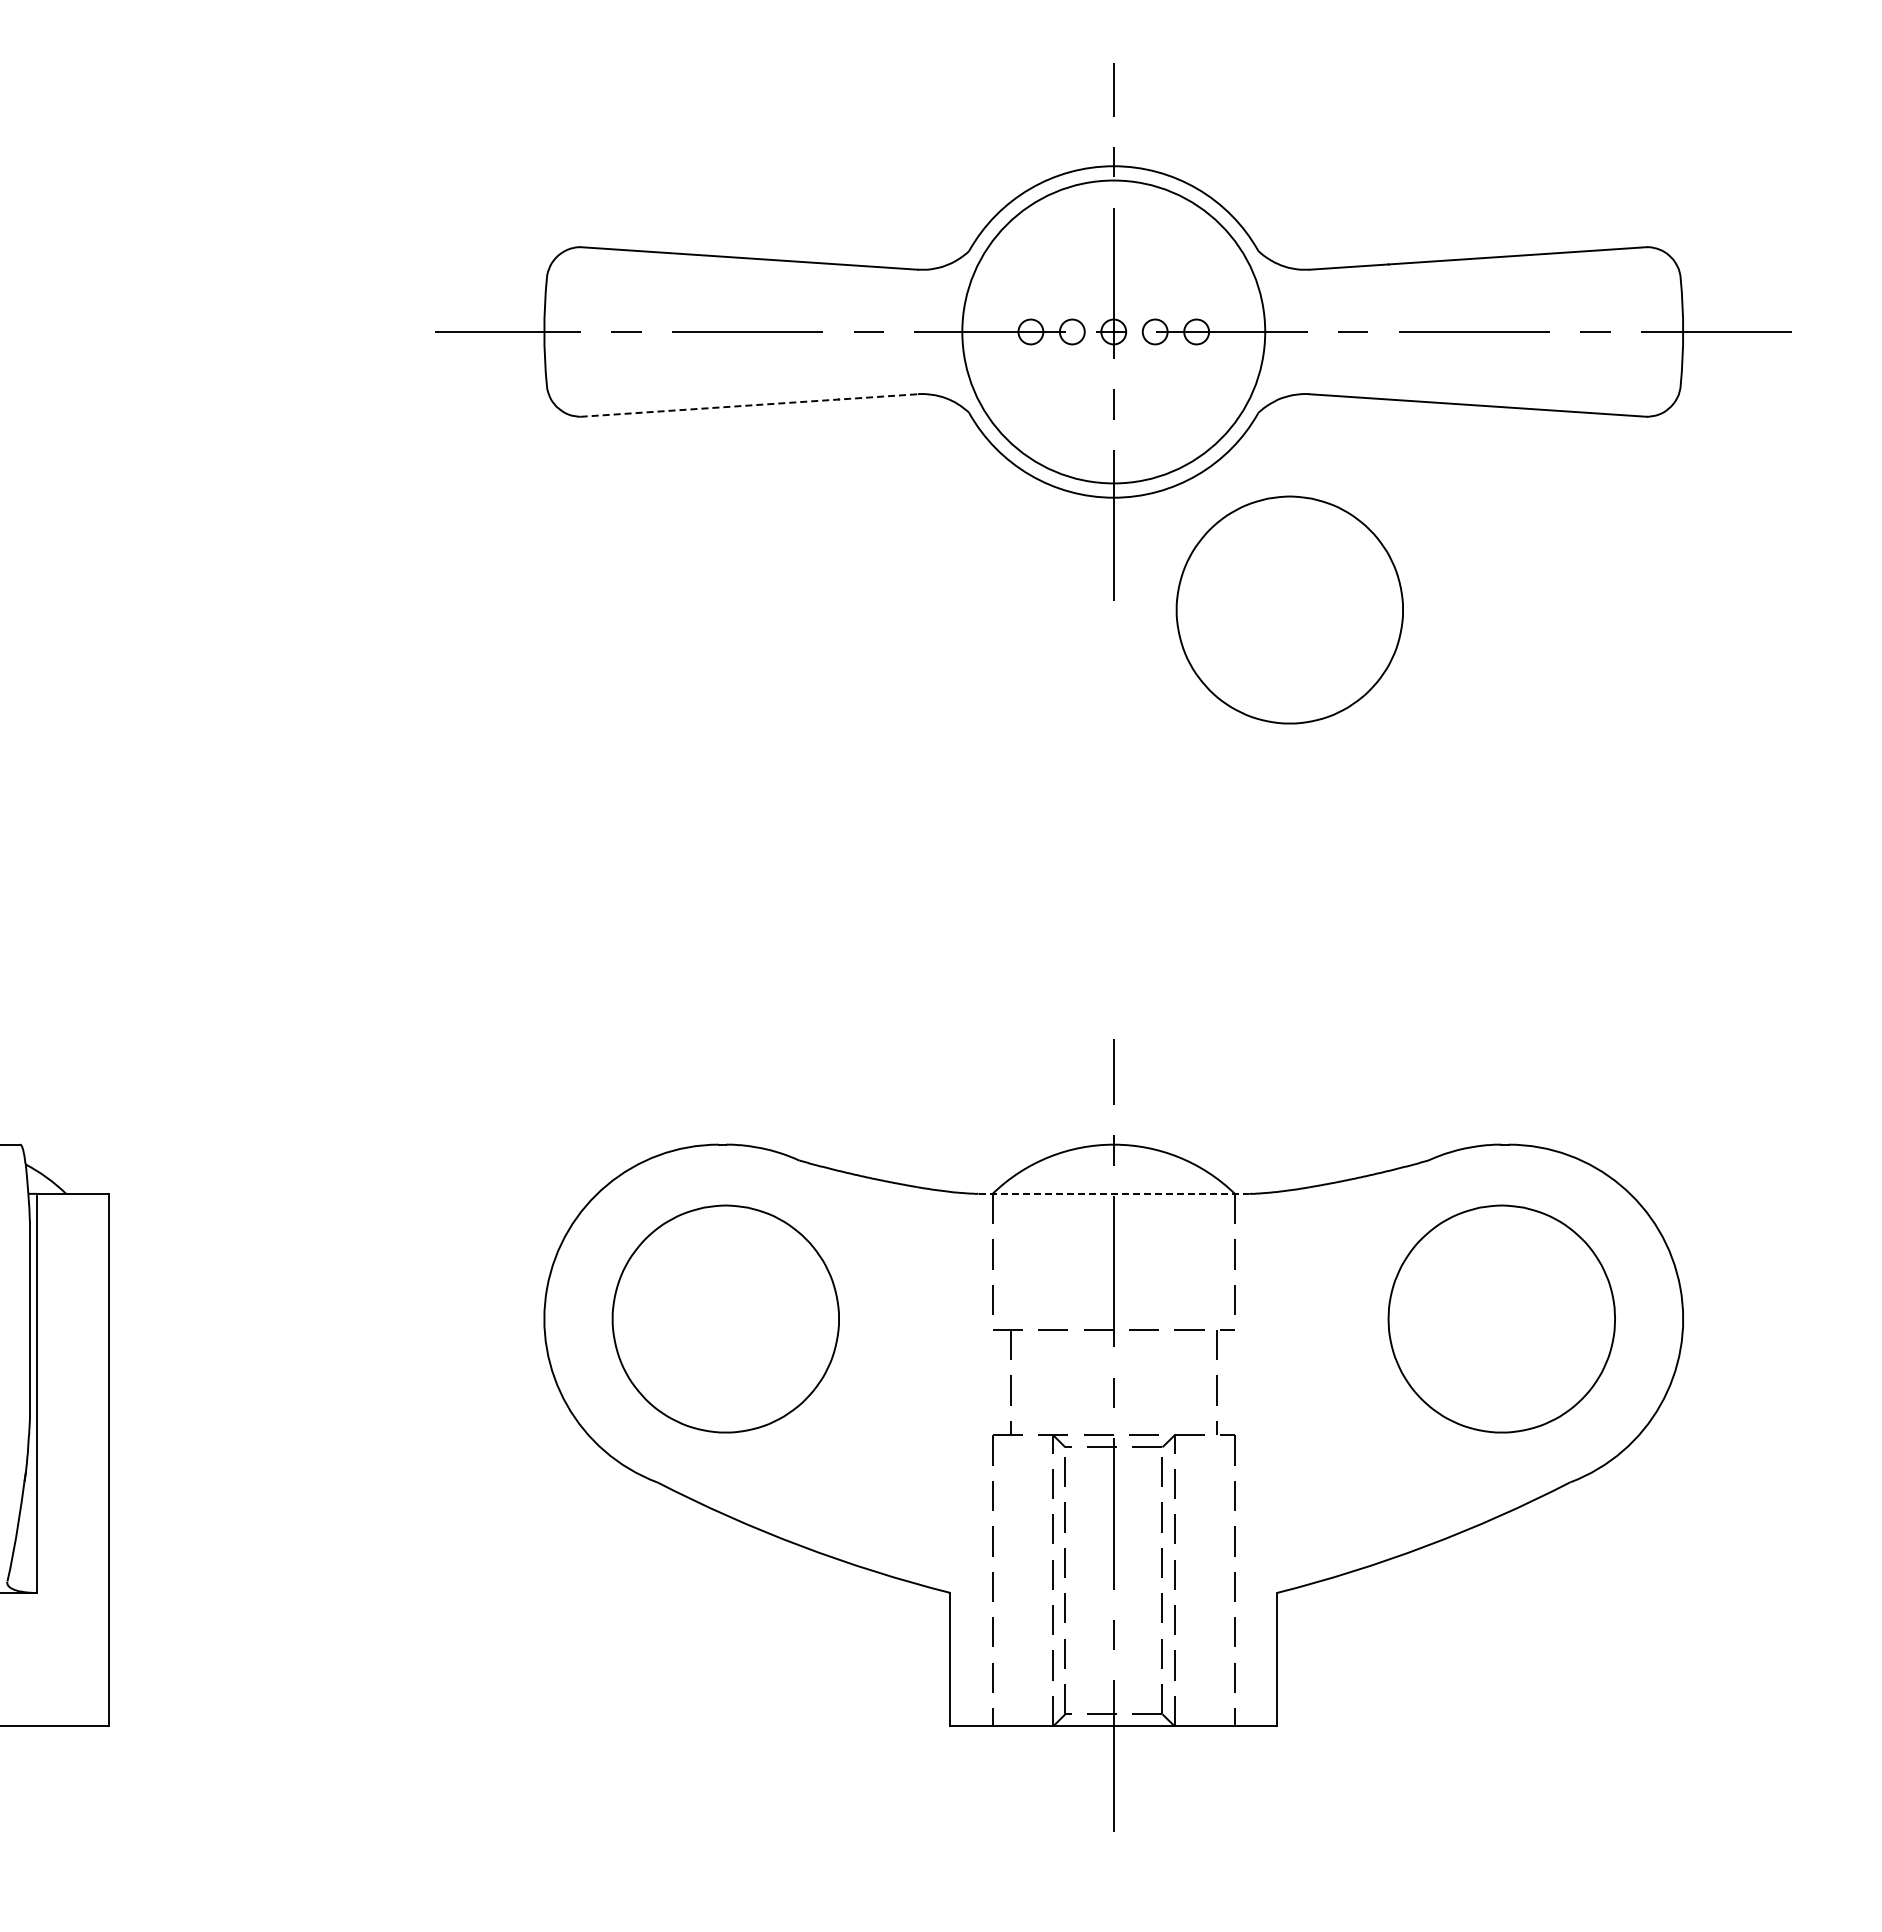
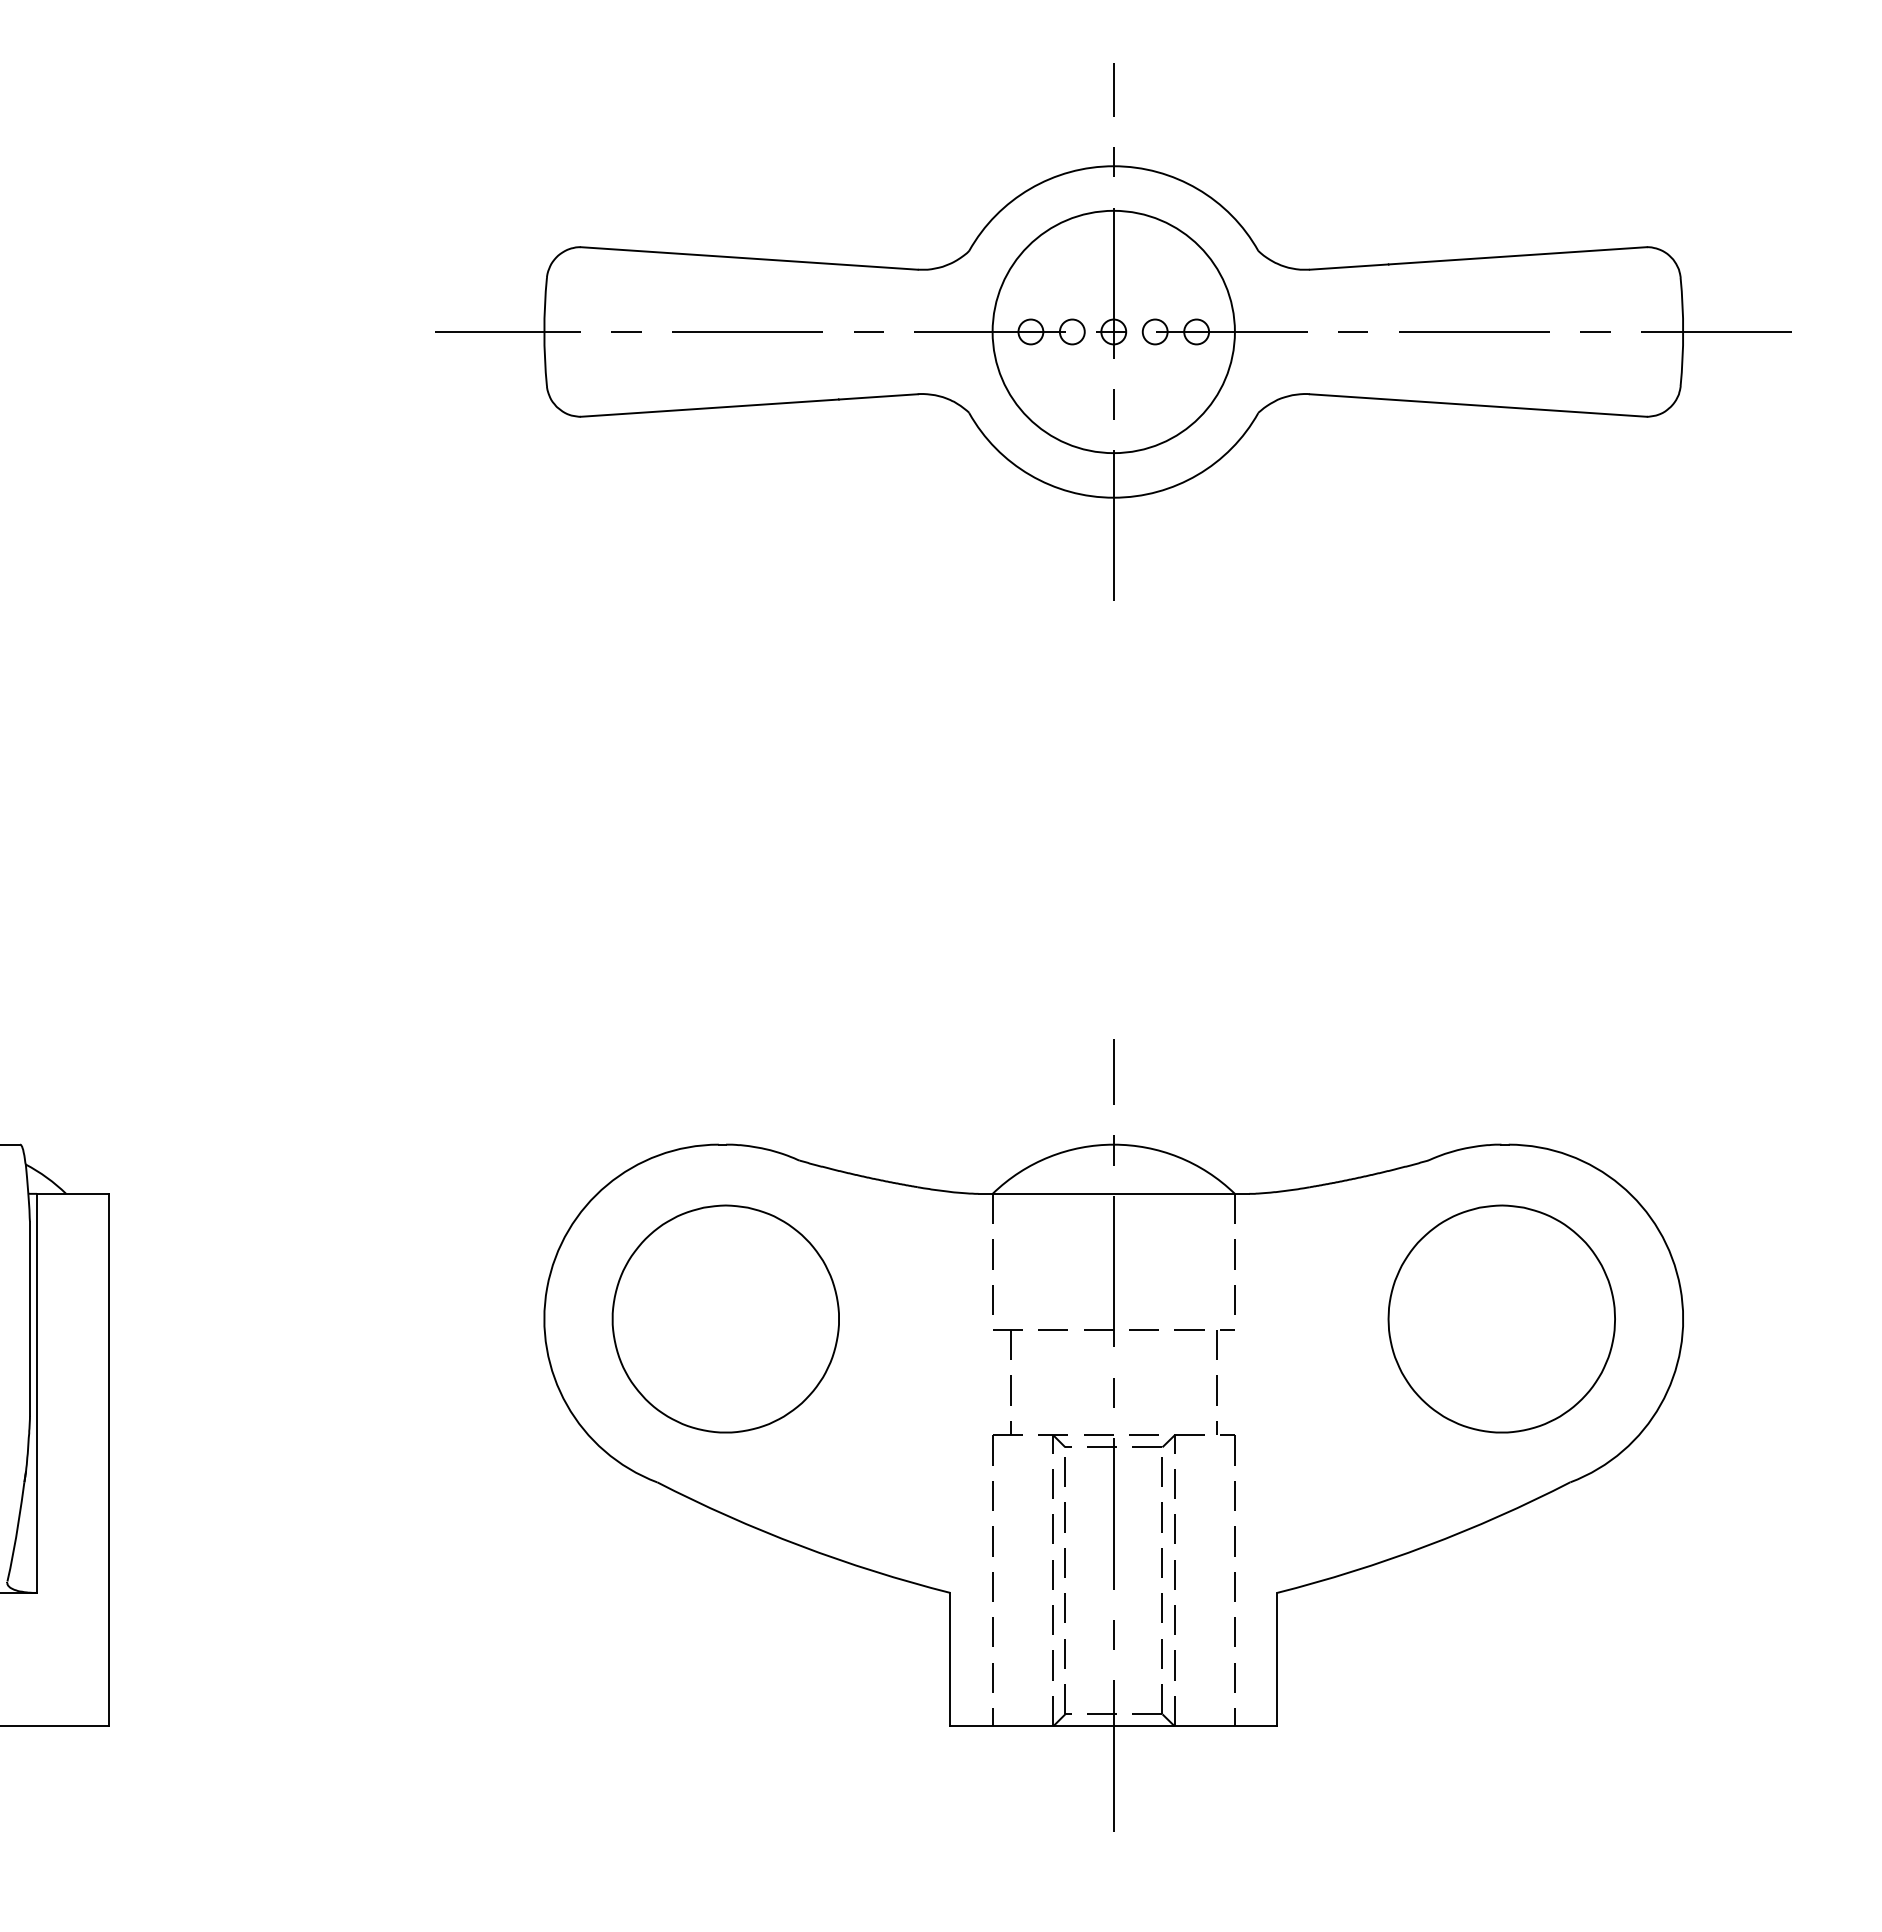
circle at (1113, 331) diameter: 303 px -> 242 px
line at (749, 405): dashed -> solid
part at (1289, 609): present -> none
line at (1114, 1193): dashed -> solid
